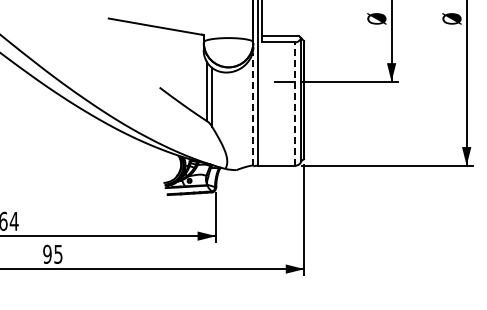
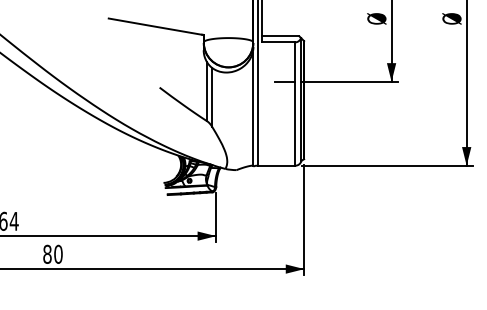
line at (295, 104): dashed -> solid
line at (252, 108): dashed -> solid
text at (52, 253): 95 -> 80
